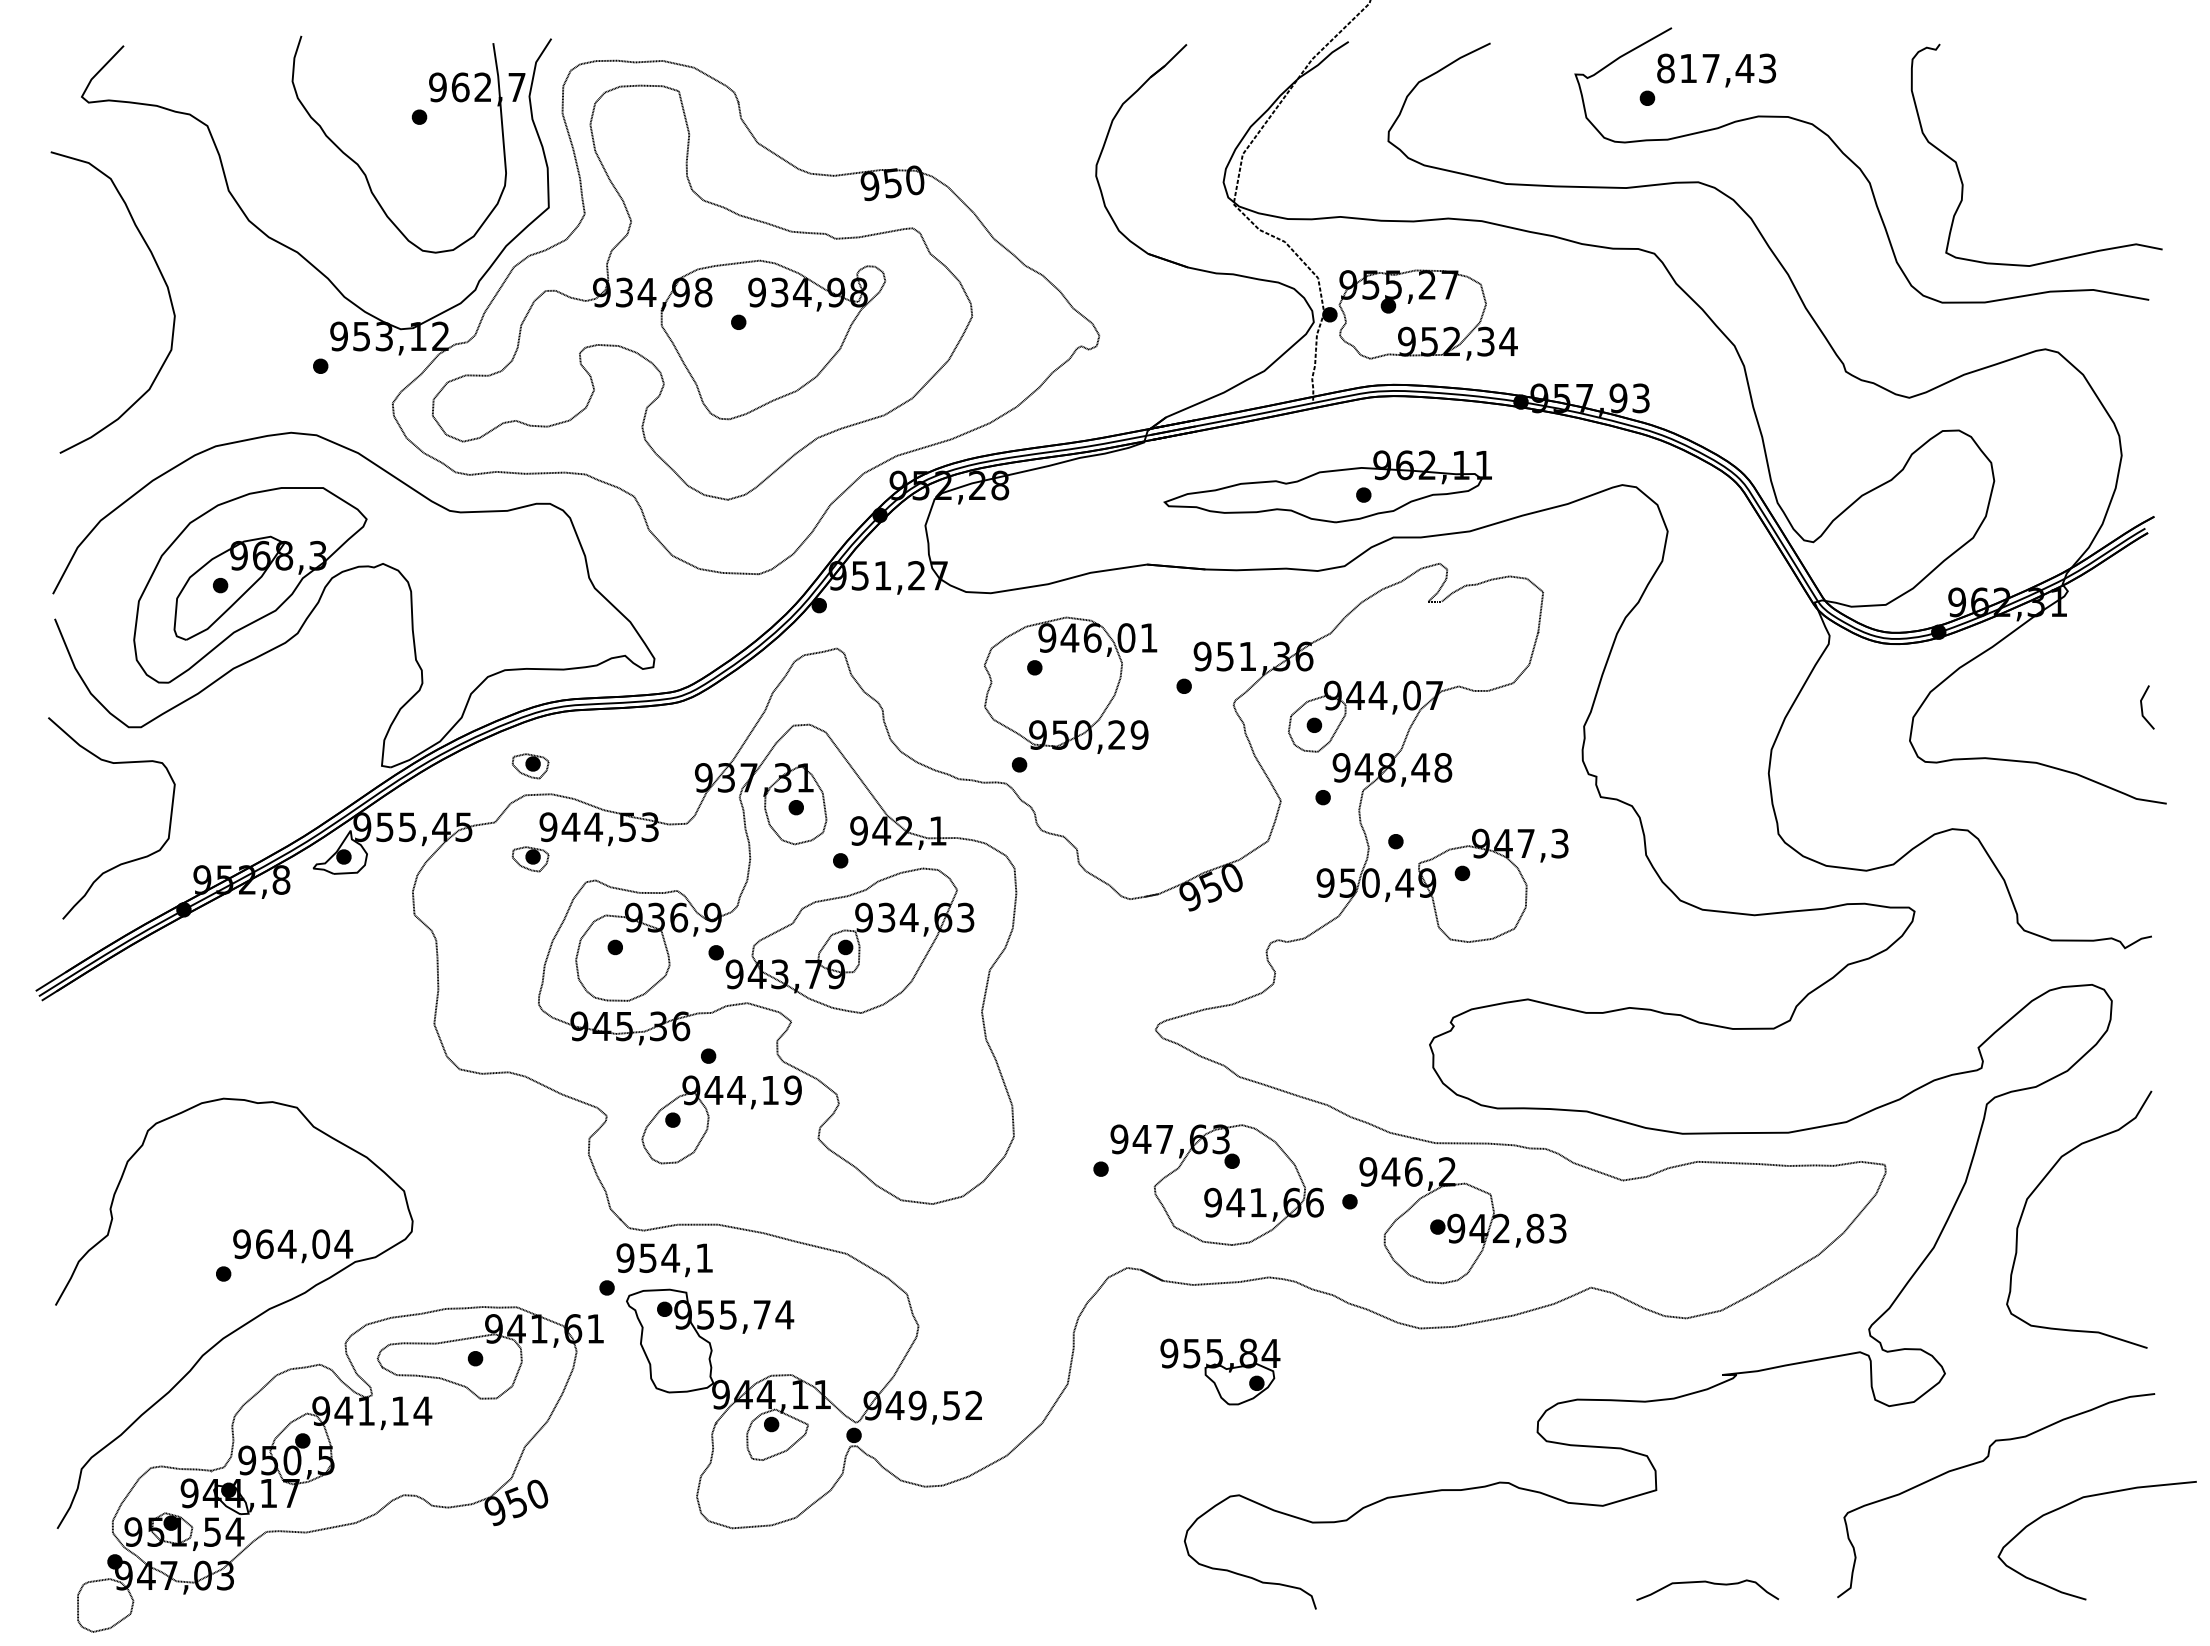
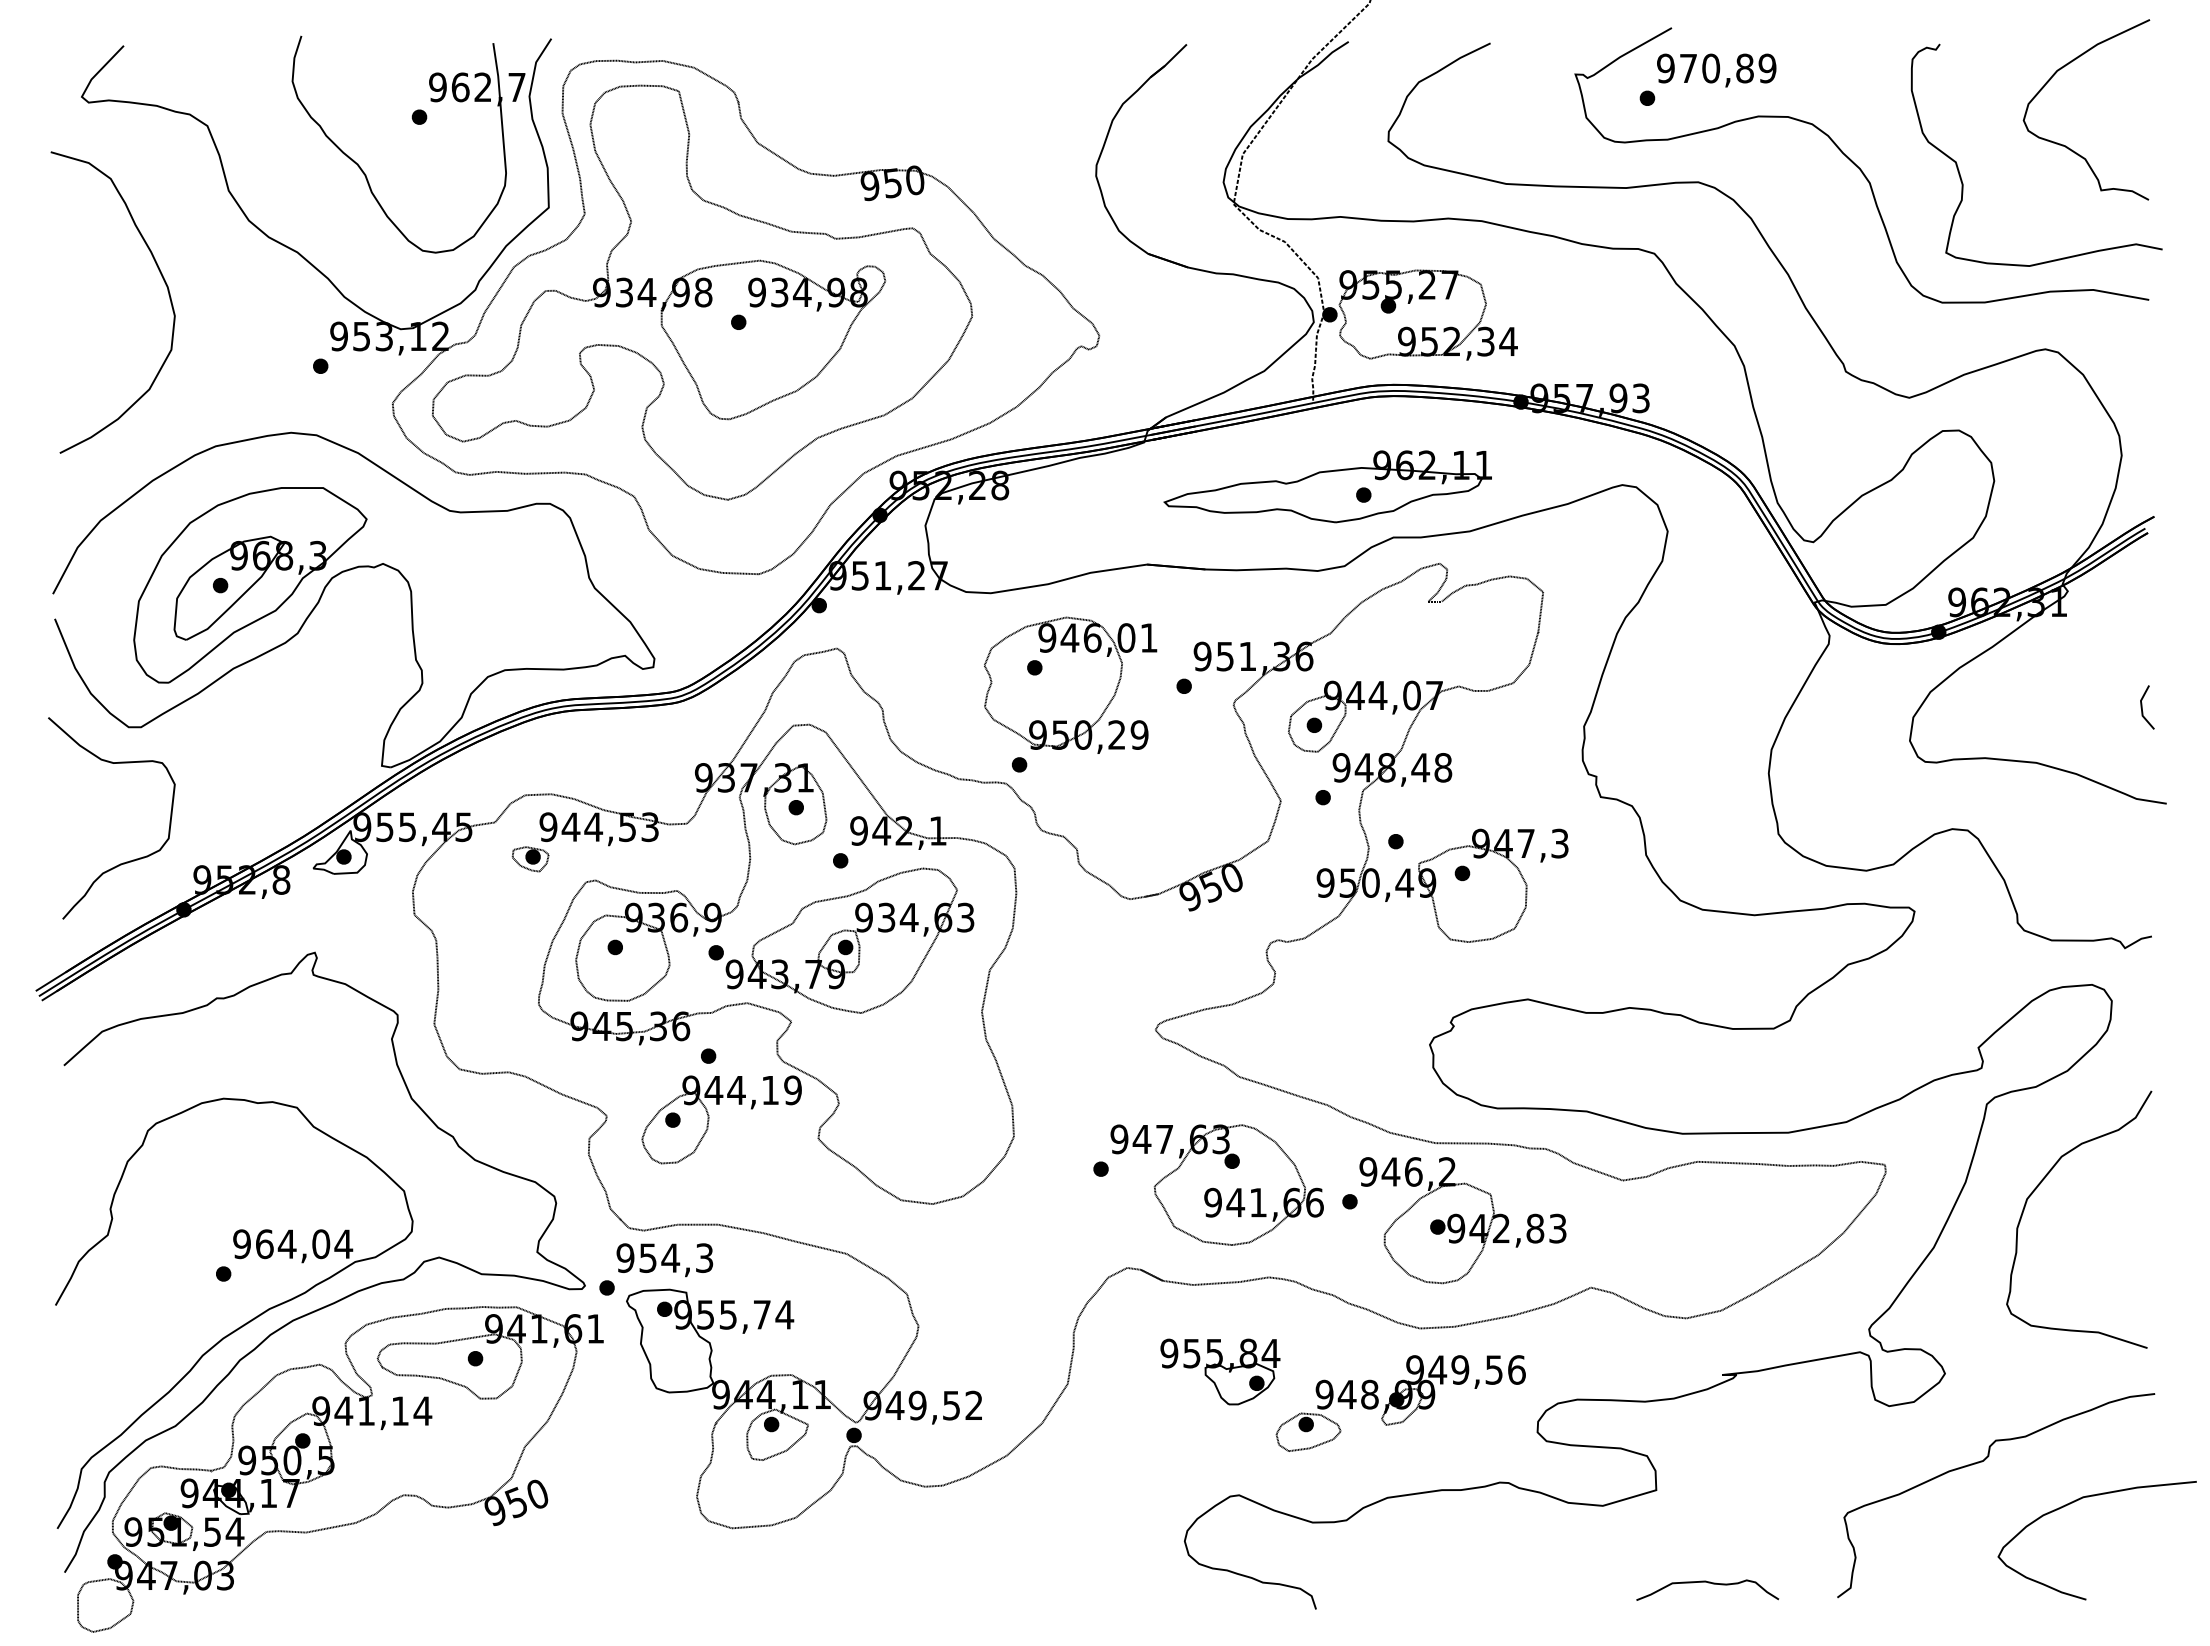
text at (1716, 68): 817,43 -> 970,89
part at (2067, 146): none -> present
part at (530, 766): present -> none
text at (704, 1257): 954,1 -> 954,3
curve at (343, 1297): none -> present
part at (1400, 1403): none -> present
